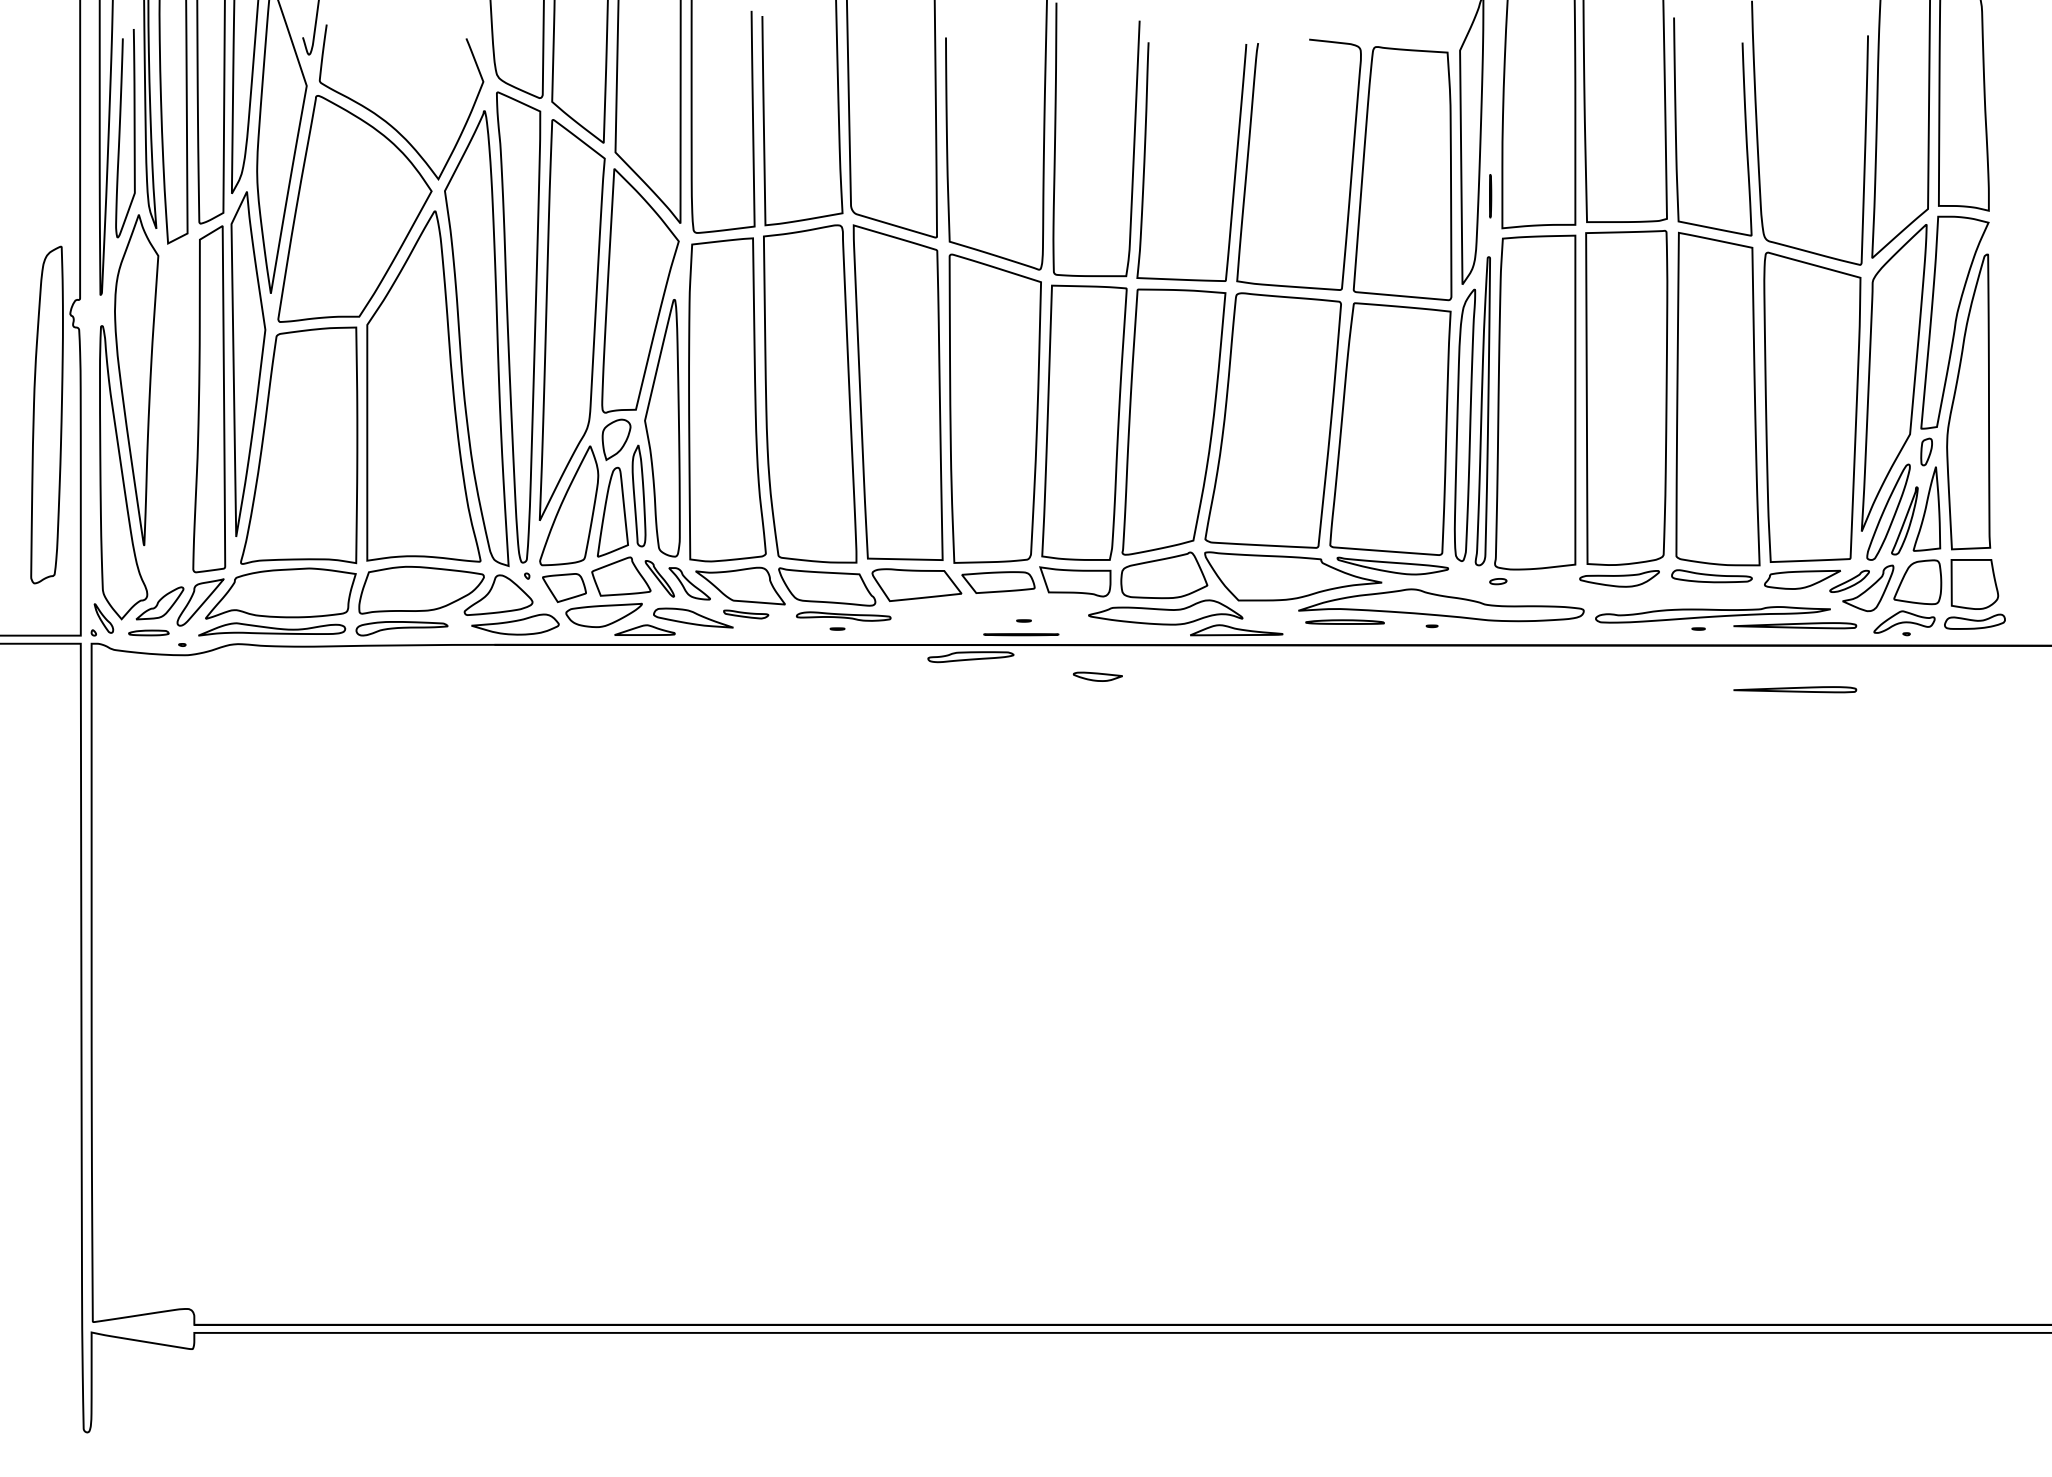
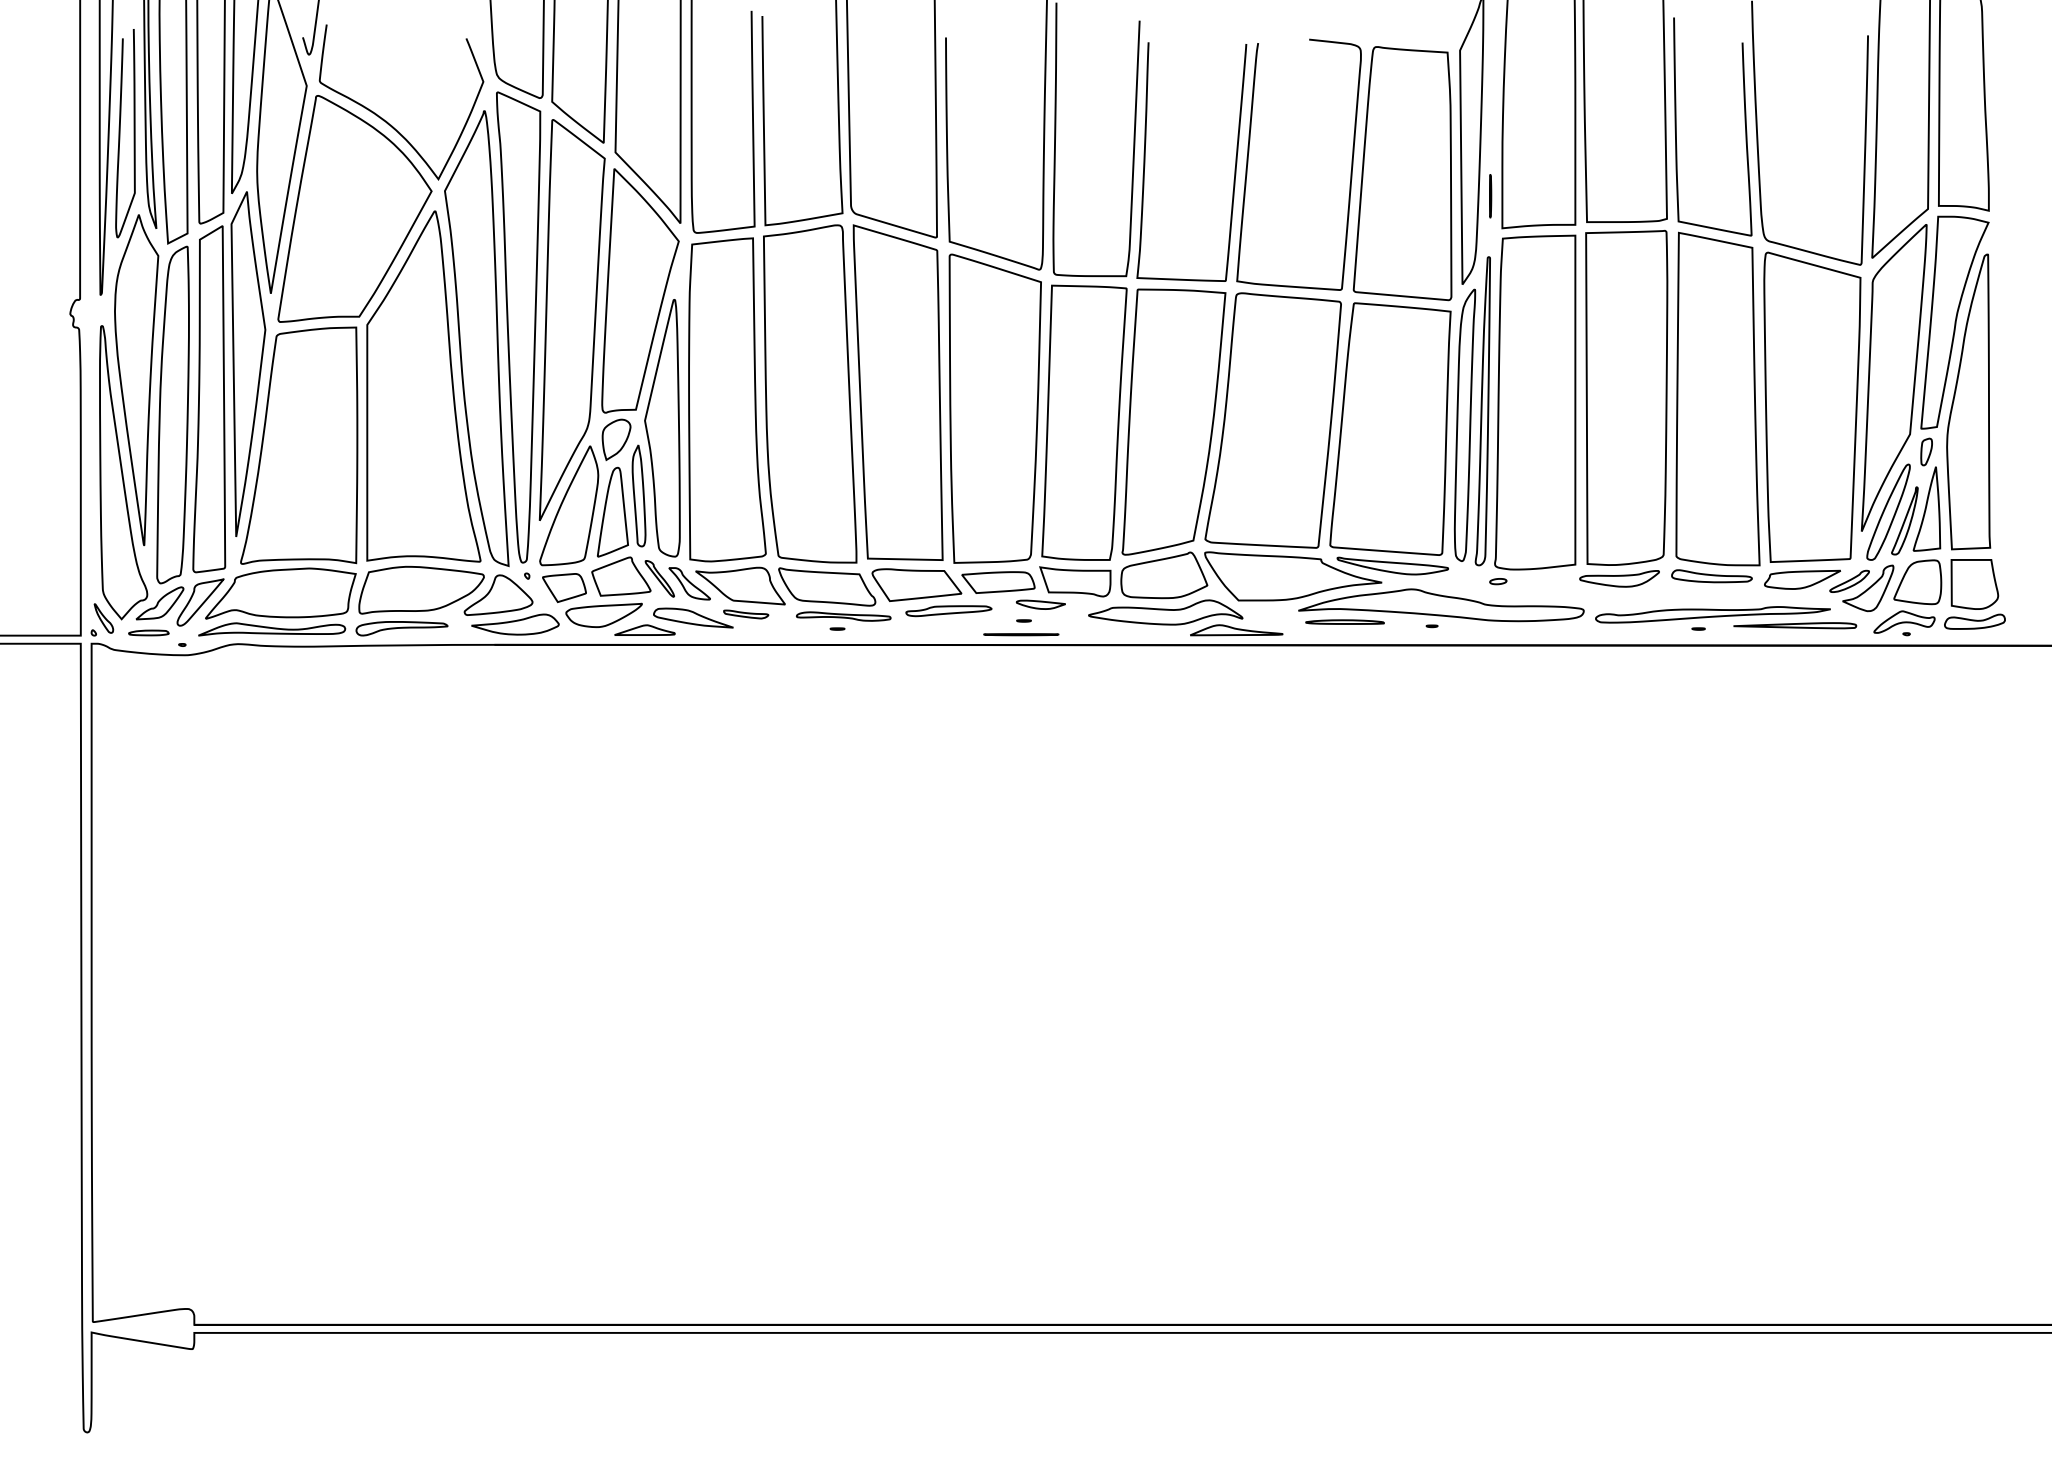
part at (46, 414) position: (46, 414) -> (172, 414)
part at (970, 657) position: (970, 657) -> (948, 611)
part at (1097, 676) position: (1097, 676) -> (1040, 604)
part at (1795, 689): present -> none
